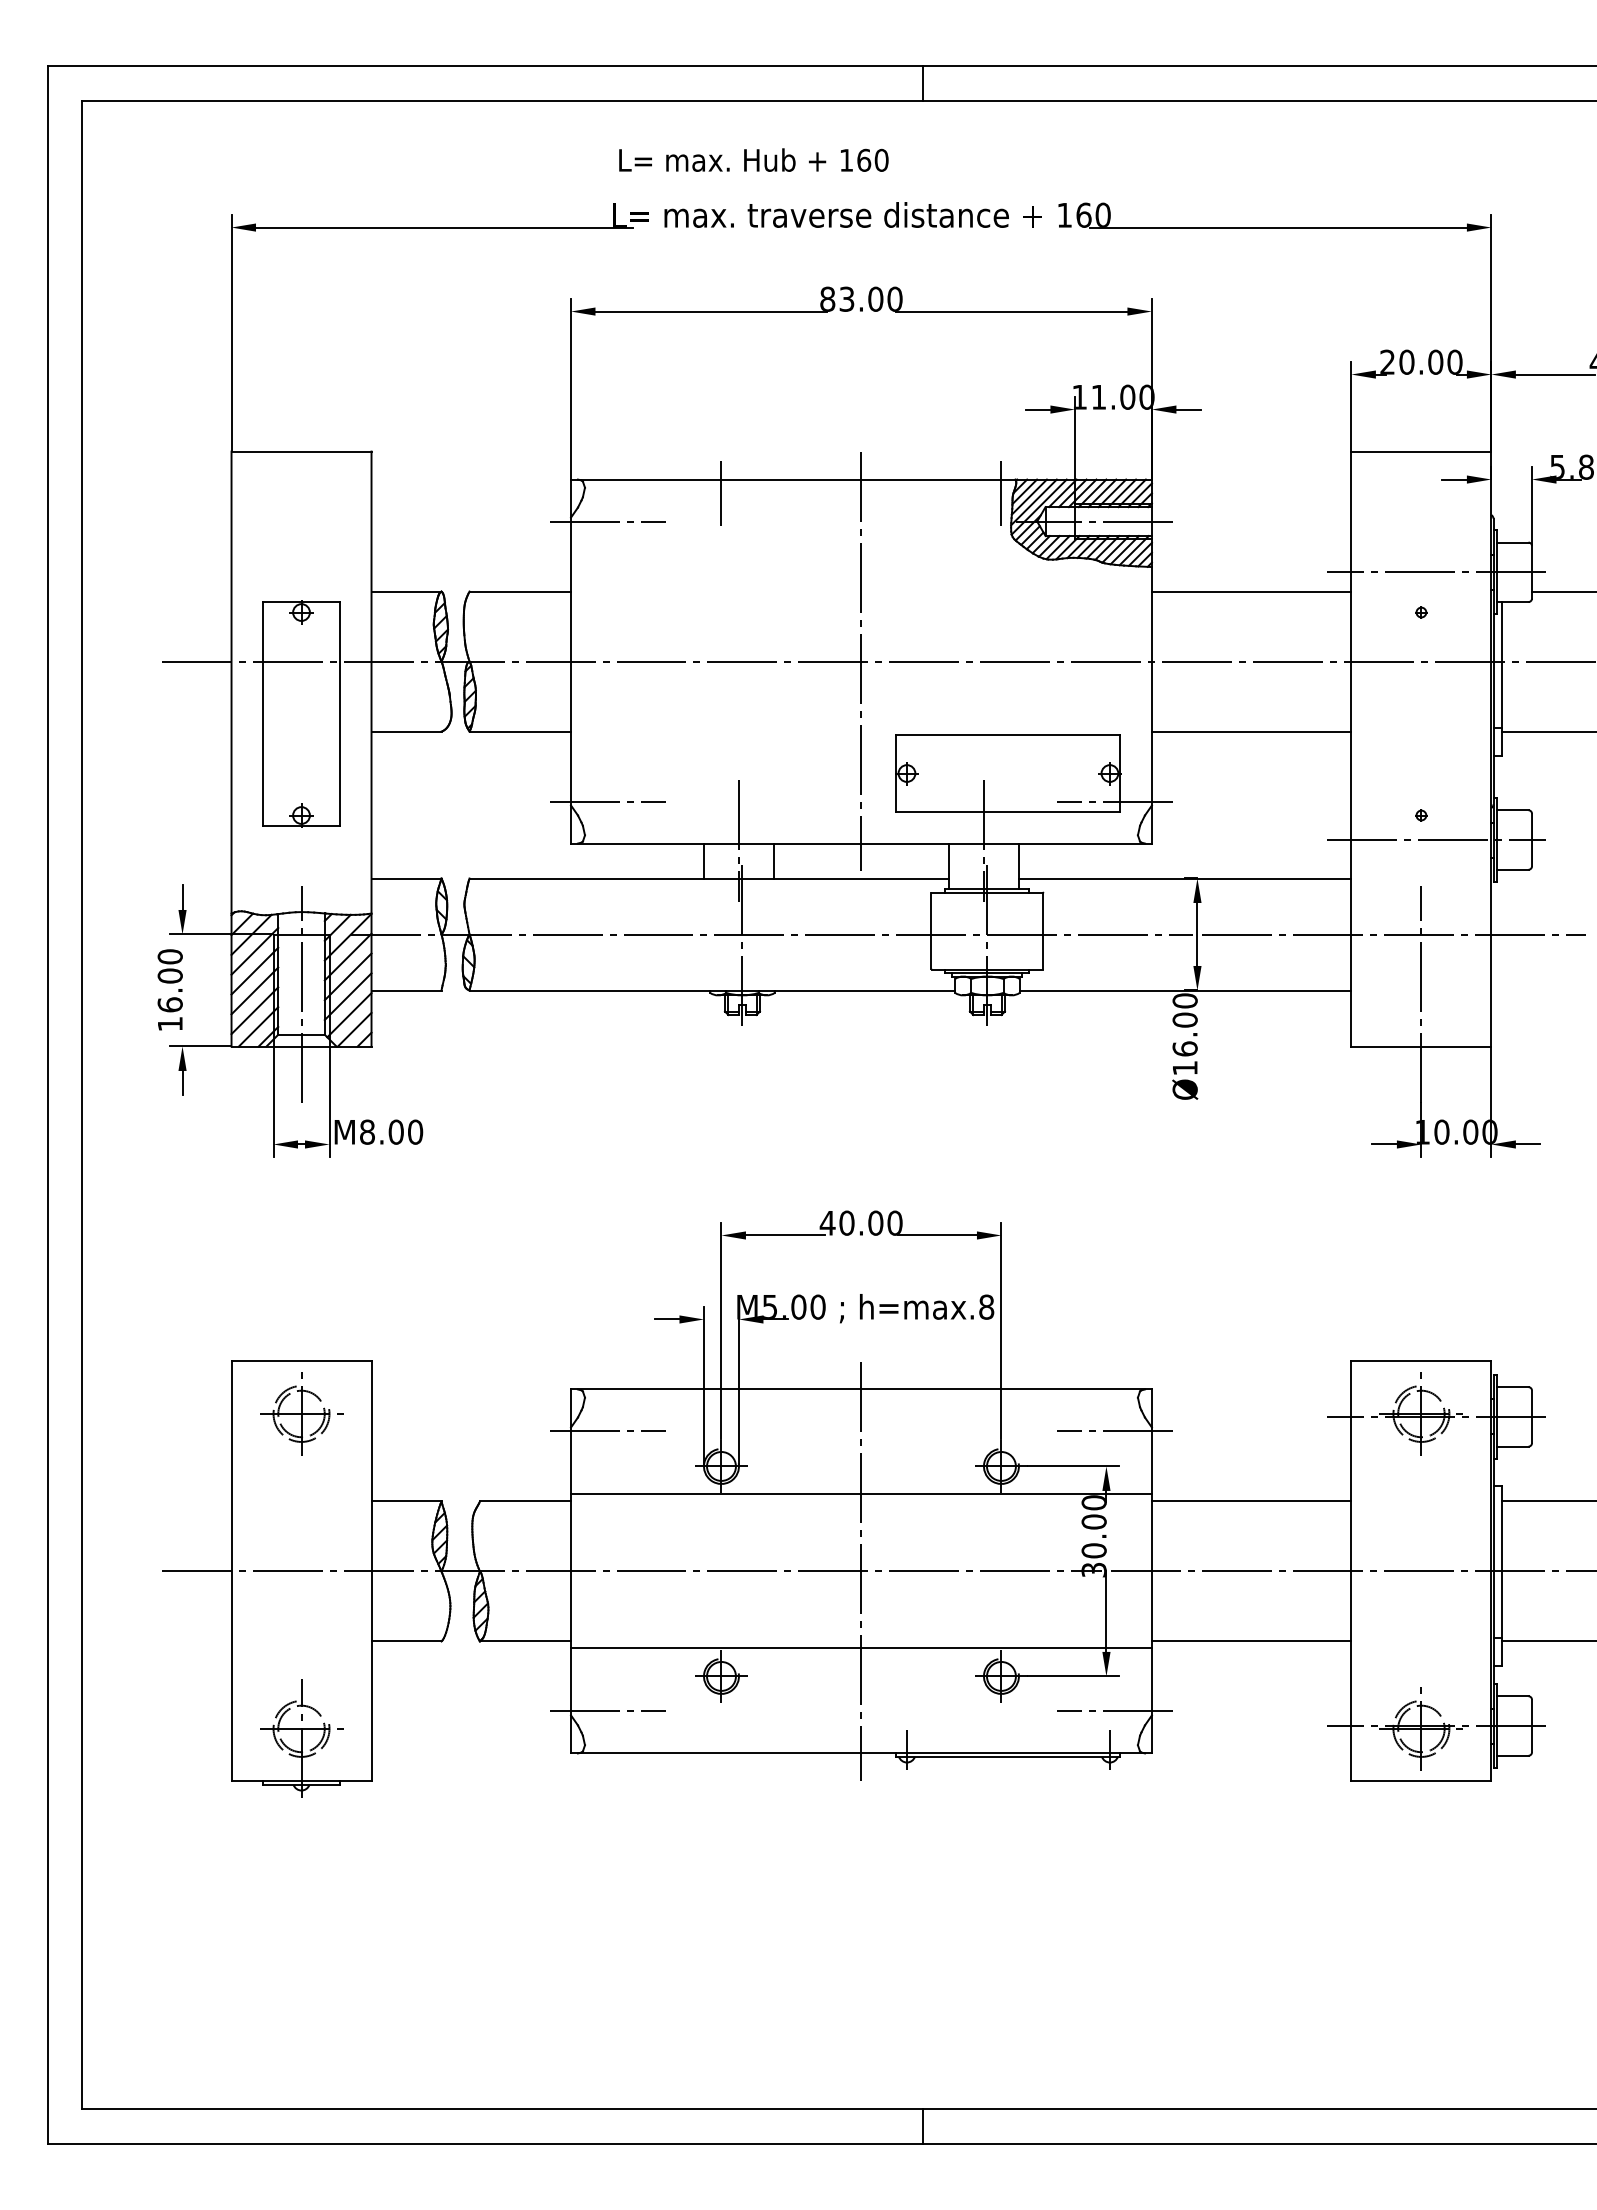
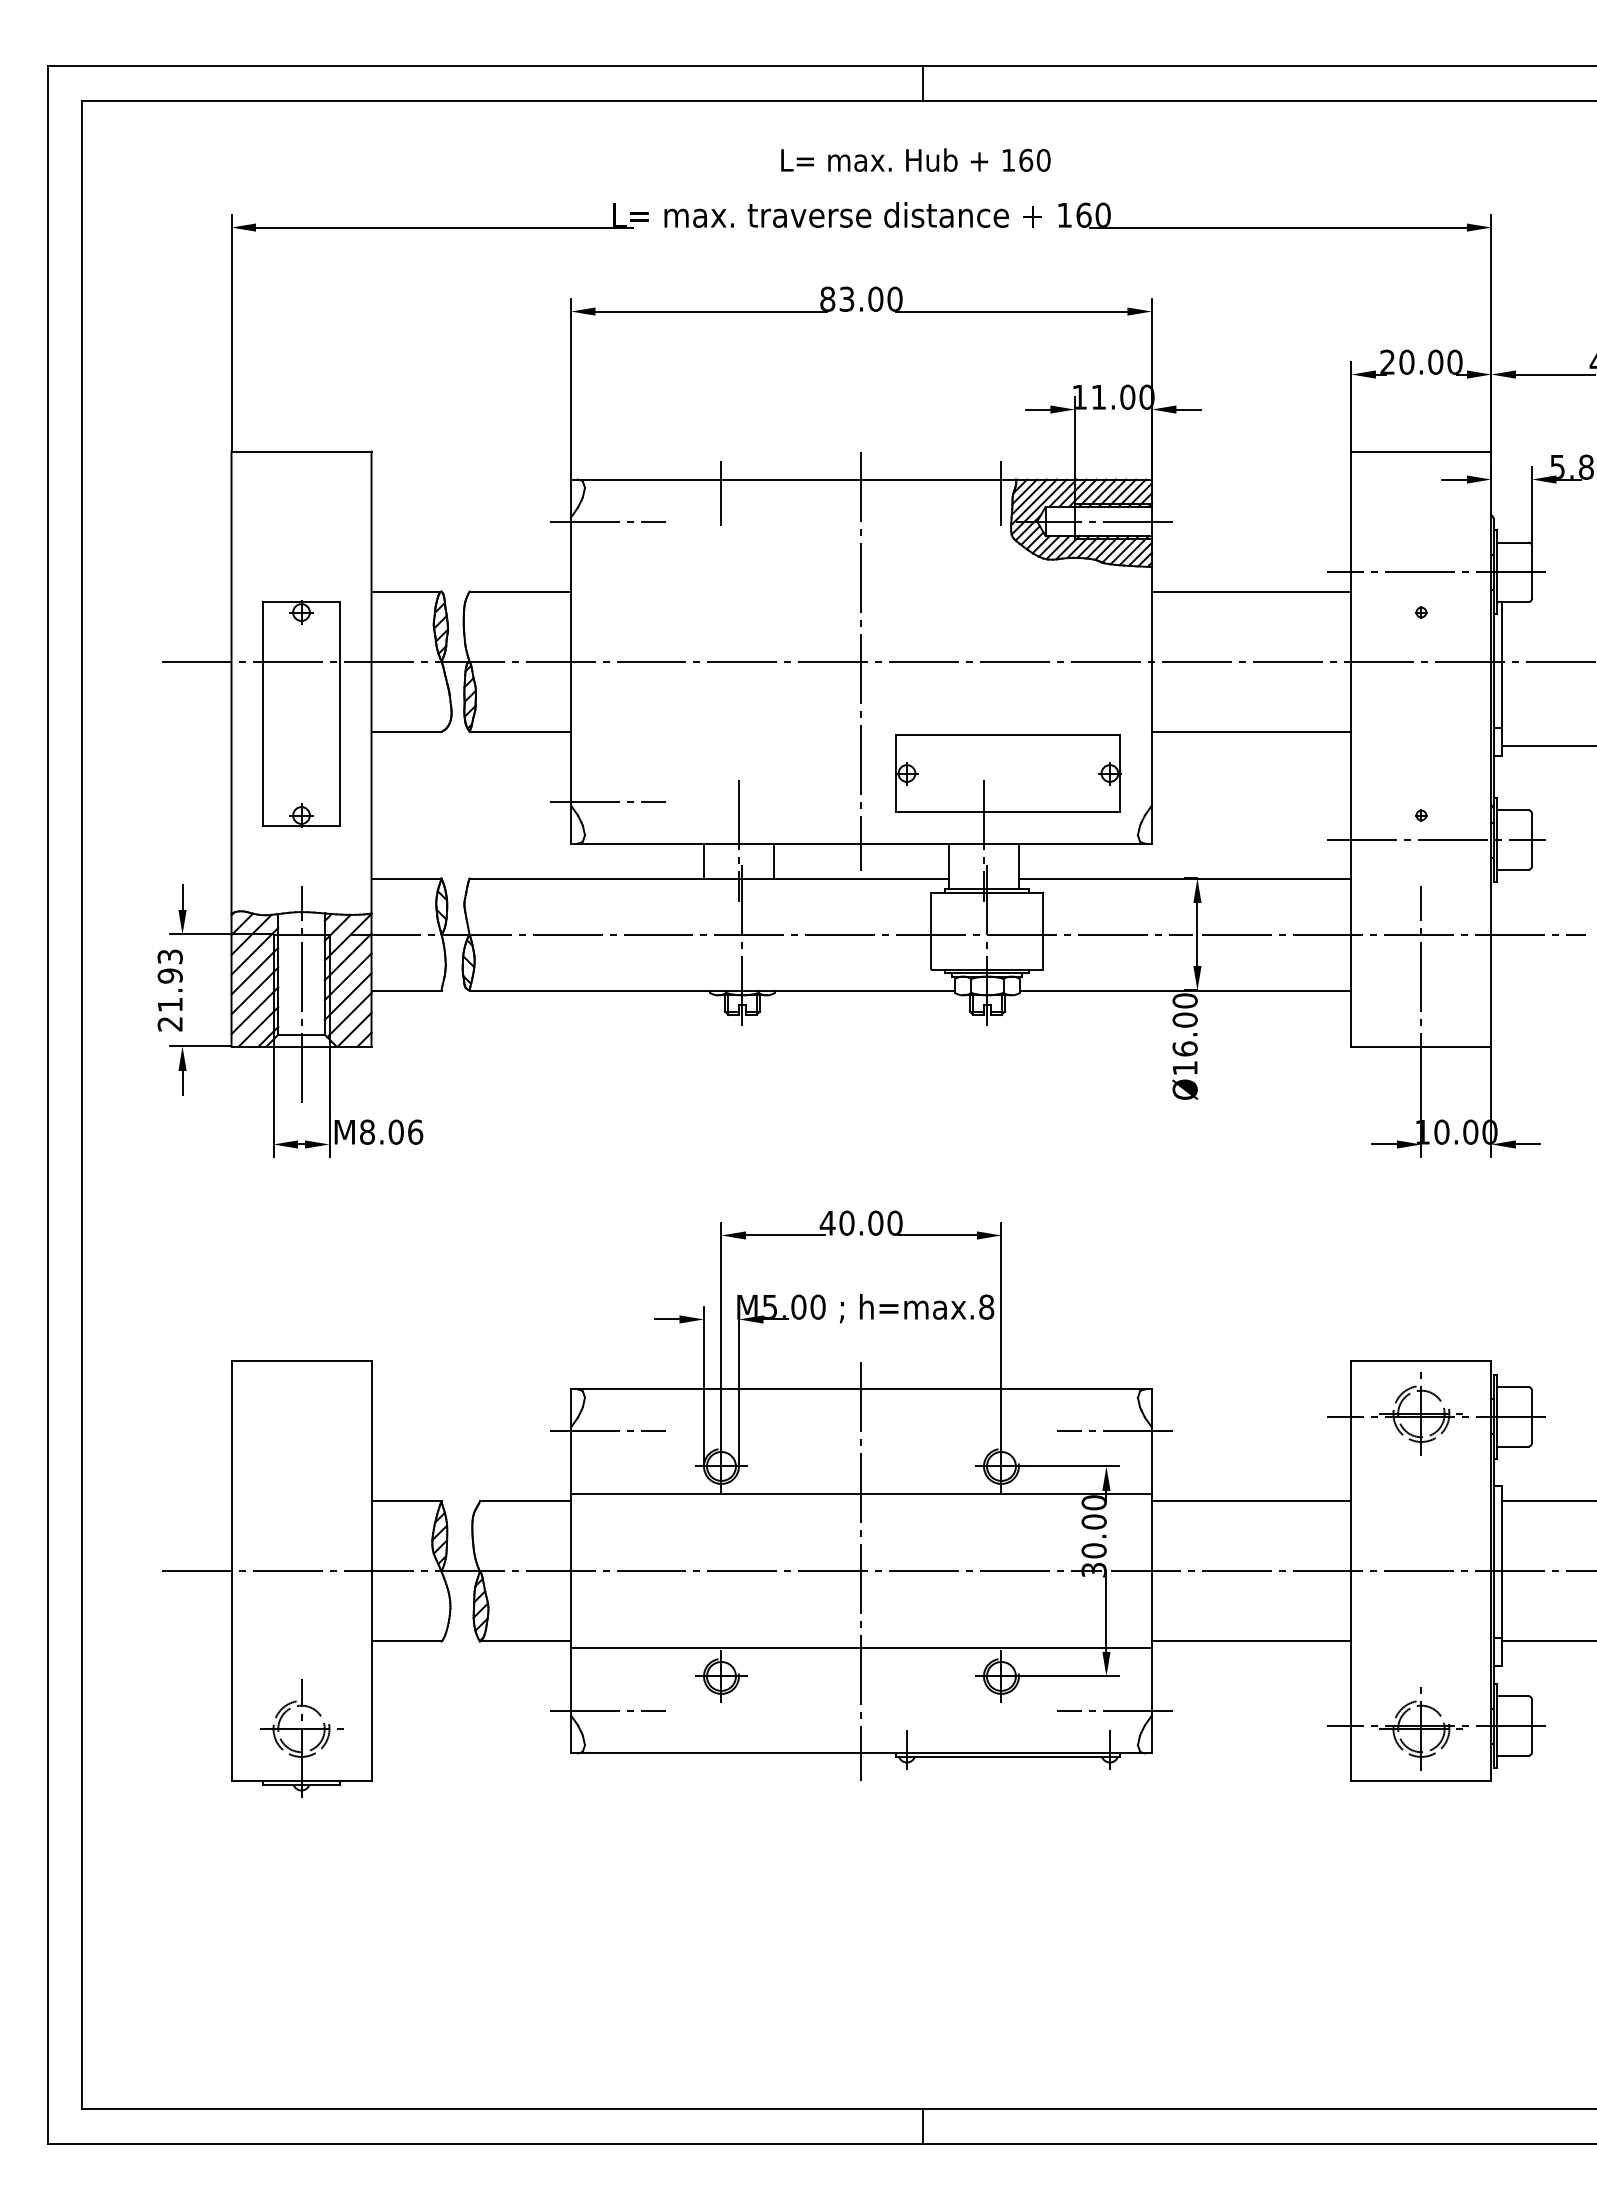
text at (753, 159) position: (753, 159) -> (915, 159)
line at (1562, 591): present -> none
line at (1547, 731) position: (1547, 731) -> (1547, 745)
line at (1114, 801): present -> none
text at (169, 990): 16.00 -> 21.93
text at (415, 1131): M8.00 -> M8.06
part at (301, 1413): present -> none
